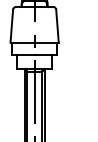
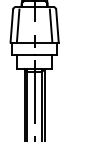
line at (17, 25): none -> present
line at (50, 25): none -> present
